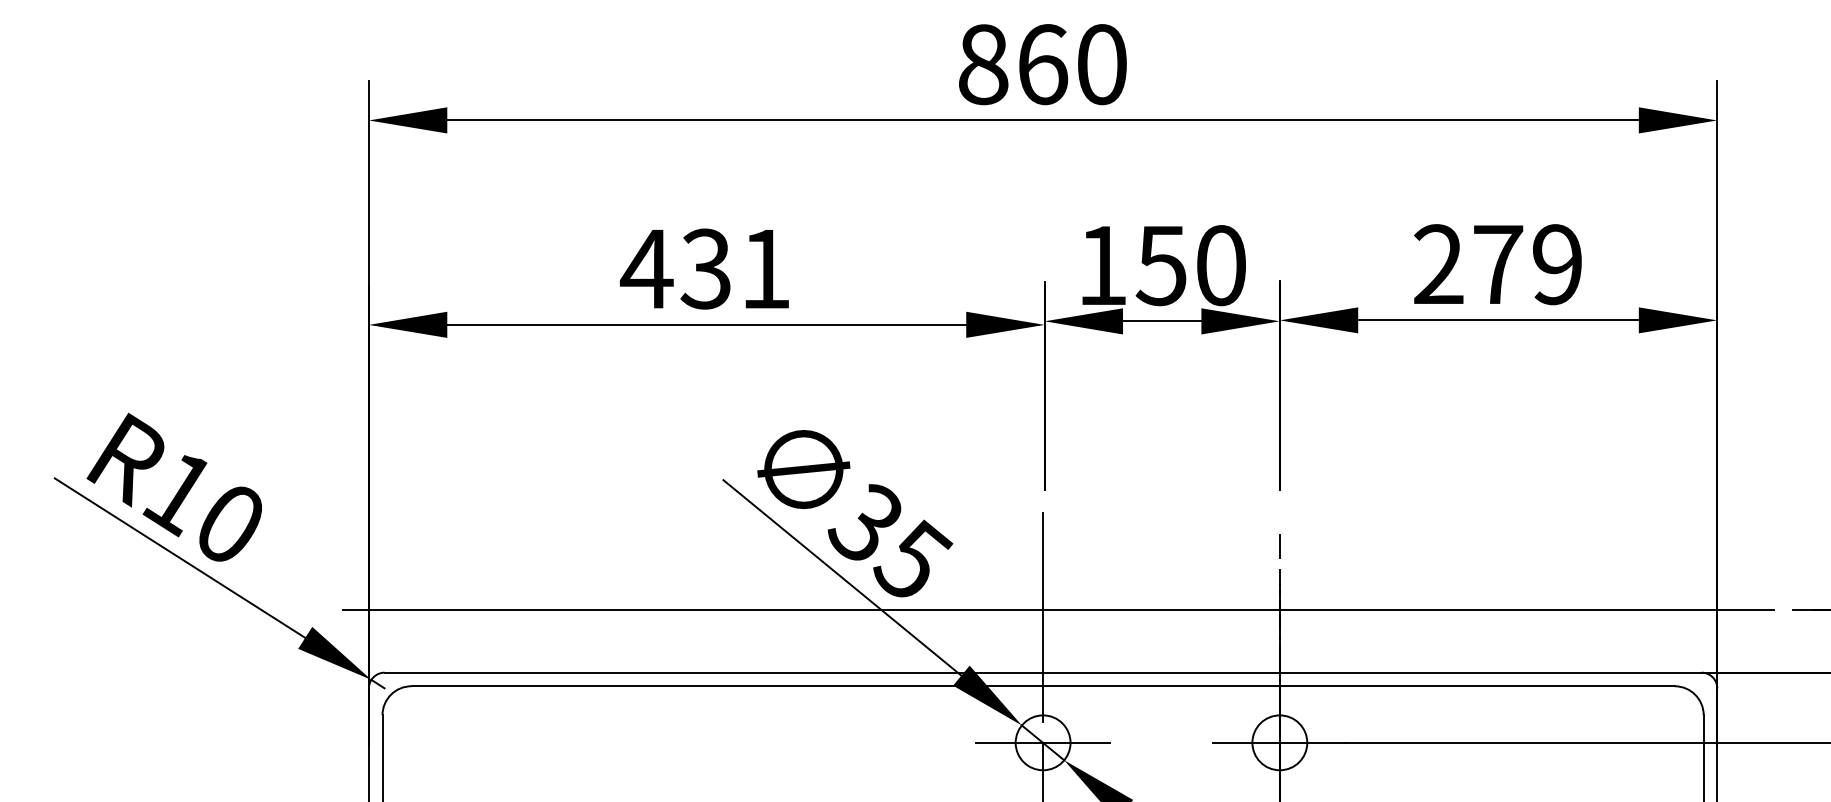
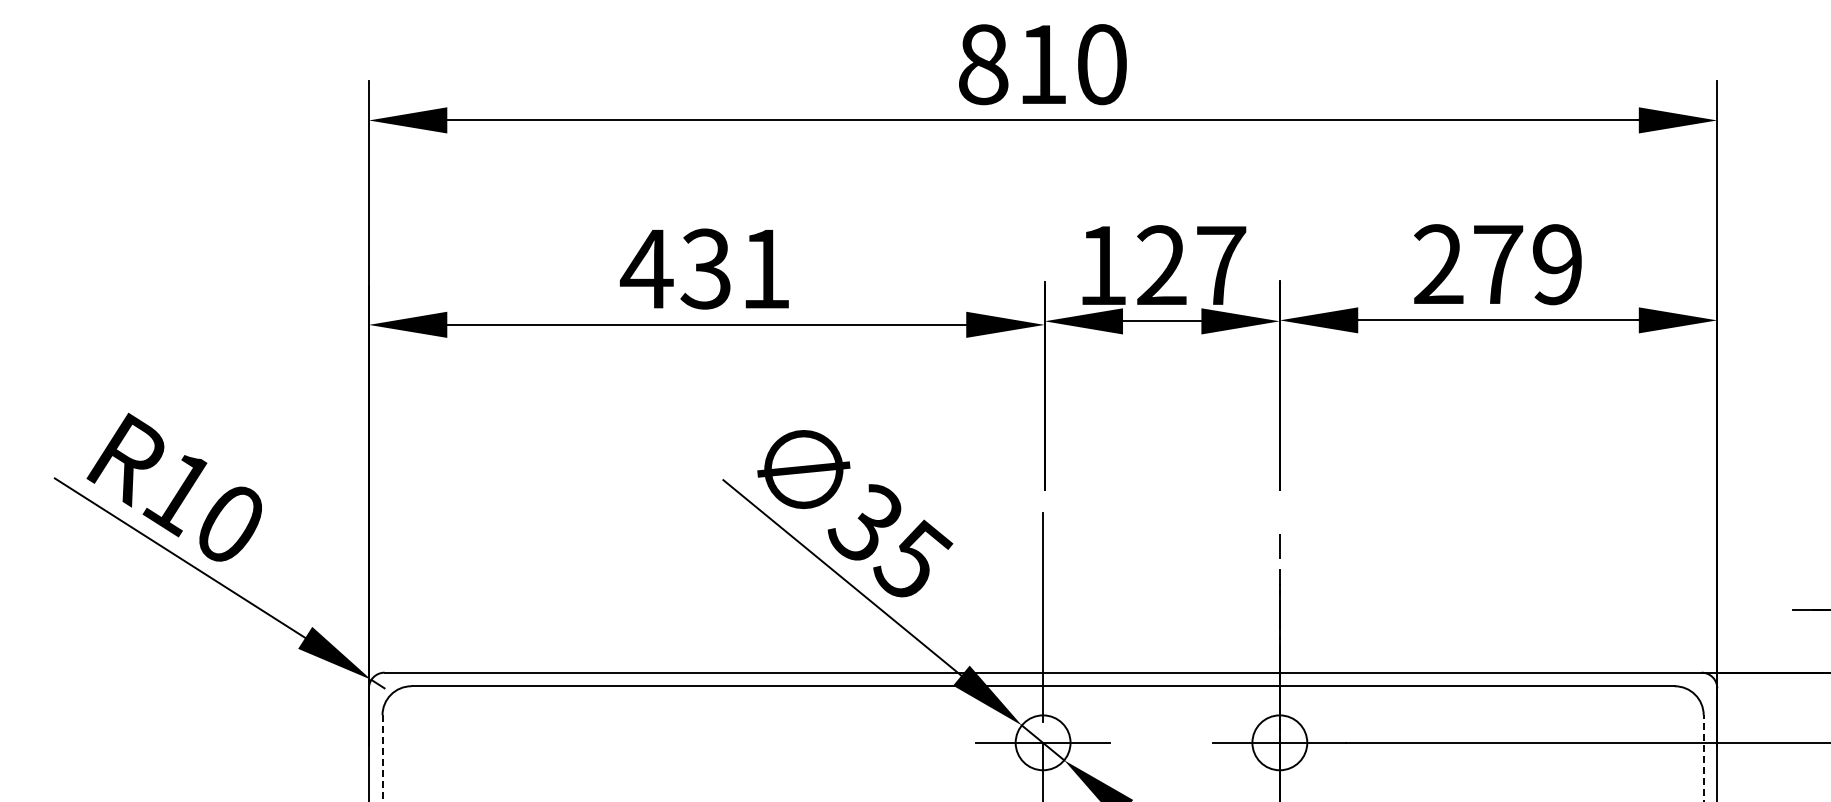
text at (1043, 64): 860 -> 810
text at (1190, 265): 150 -> 127
line at (1057, 609): present -> none
line at (382, 758): solid -> dashed
line at (1703, 758): solid -> dashed
